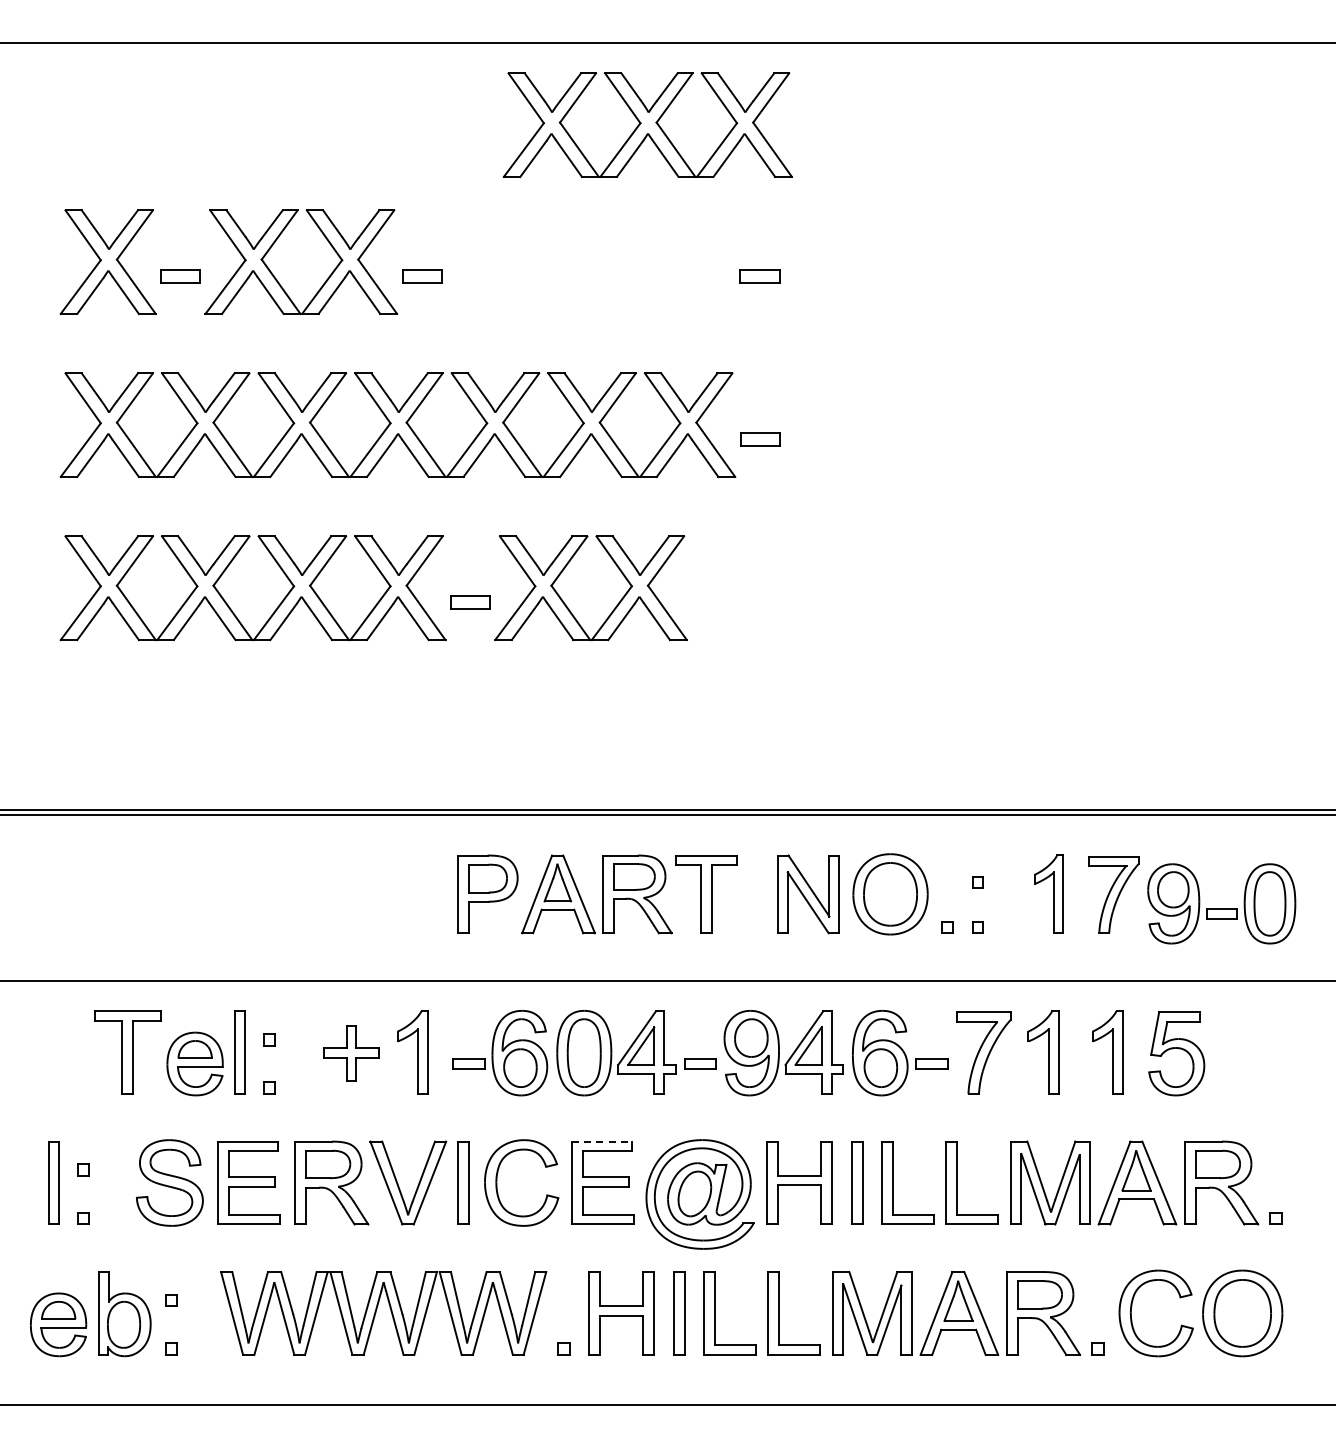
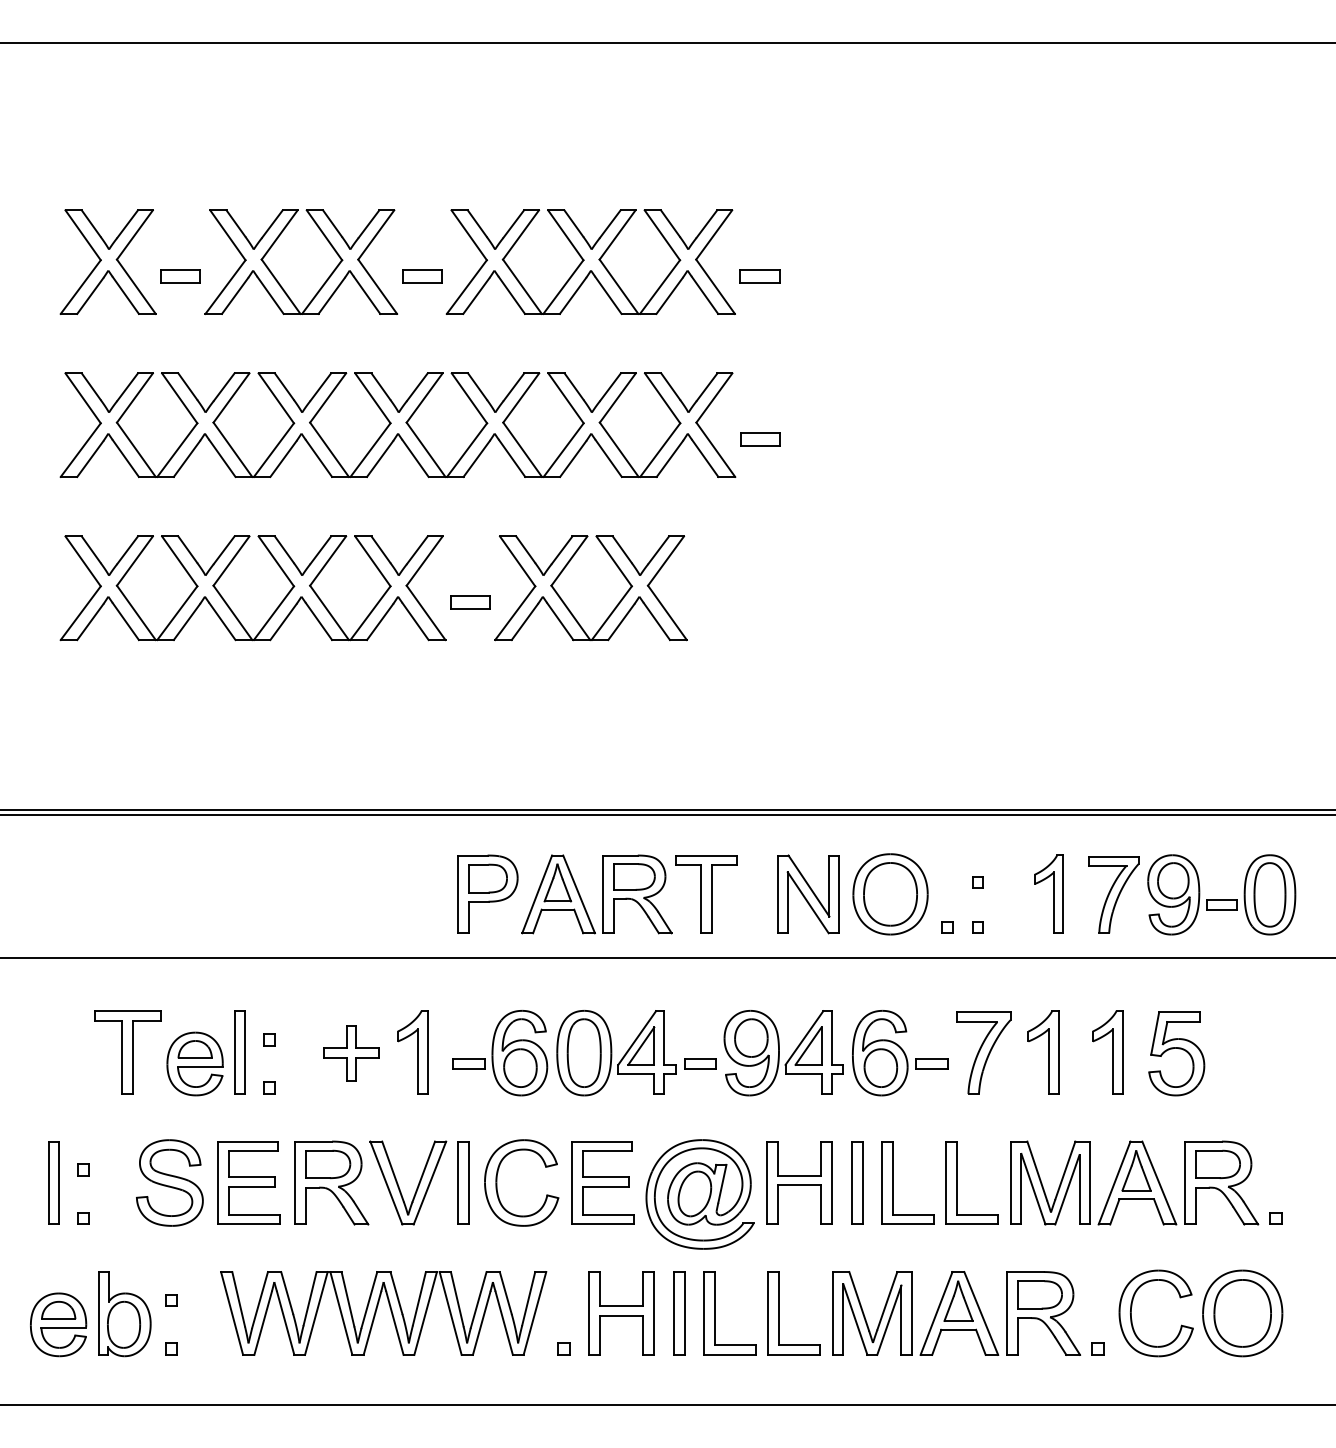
part at (647, 124) position: (647, 124) -> (590, 261)
part at (1221, 903) position: (1221, 903) -> (1221, 894)
line at (667, 980) position: (667, 980) -> (667, 957)
line at (602, 1141): dashed -> solid
